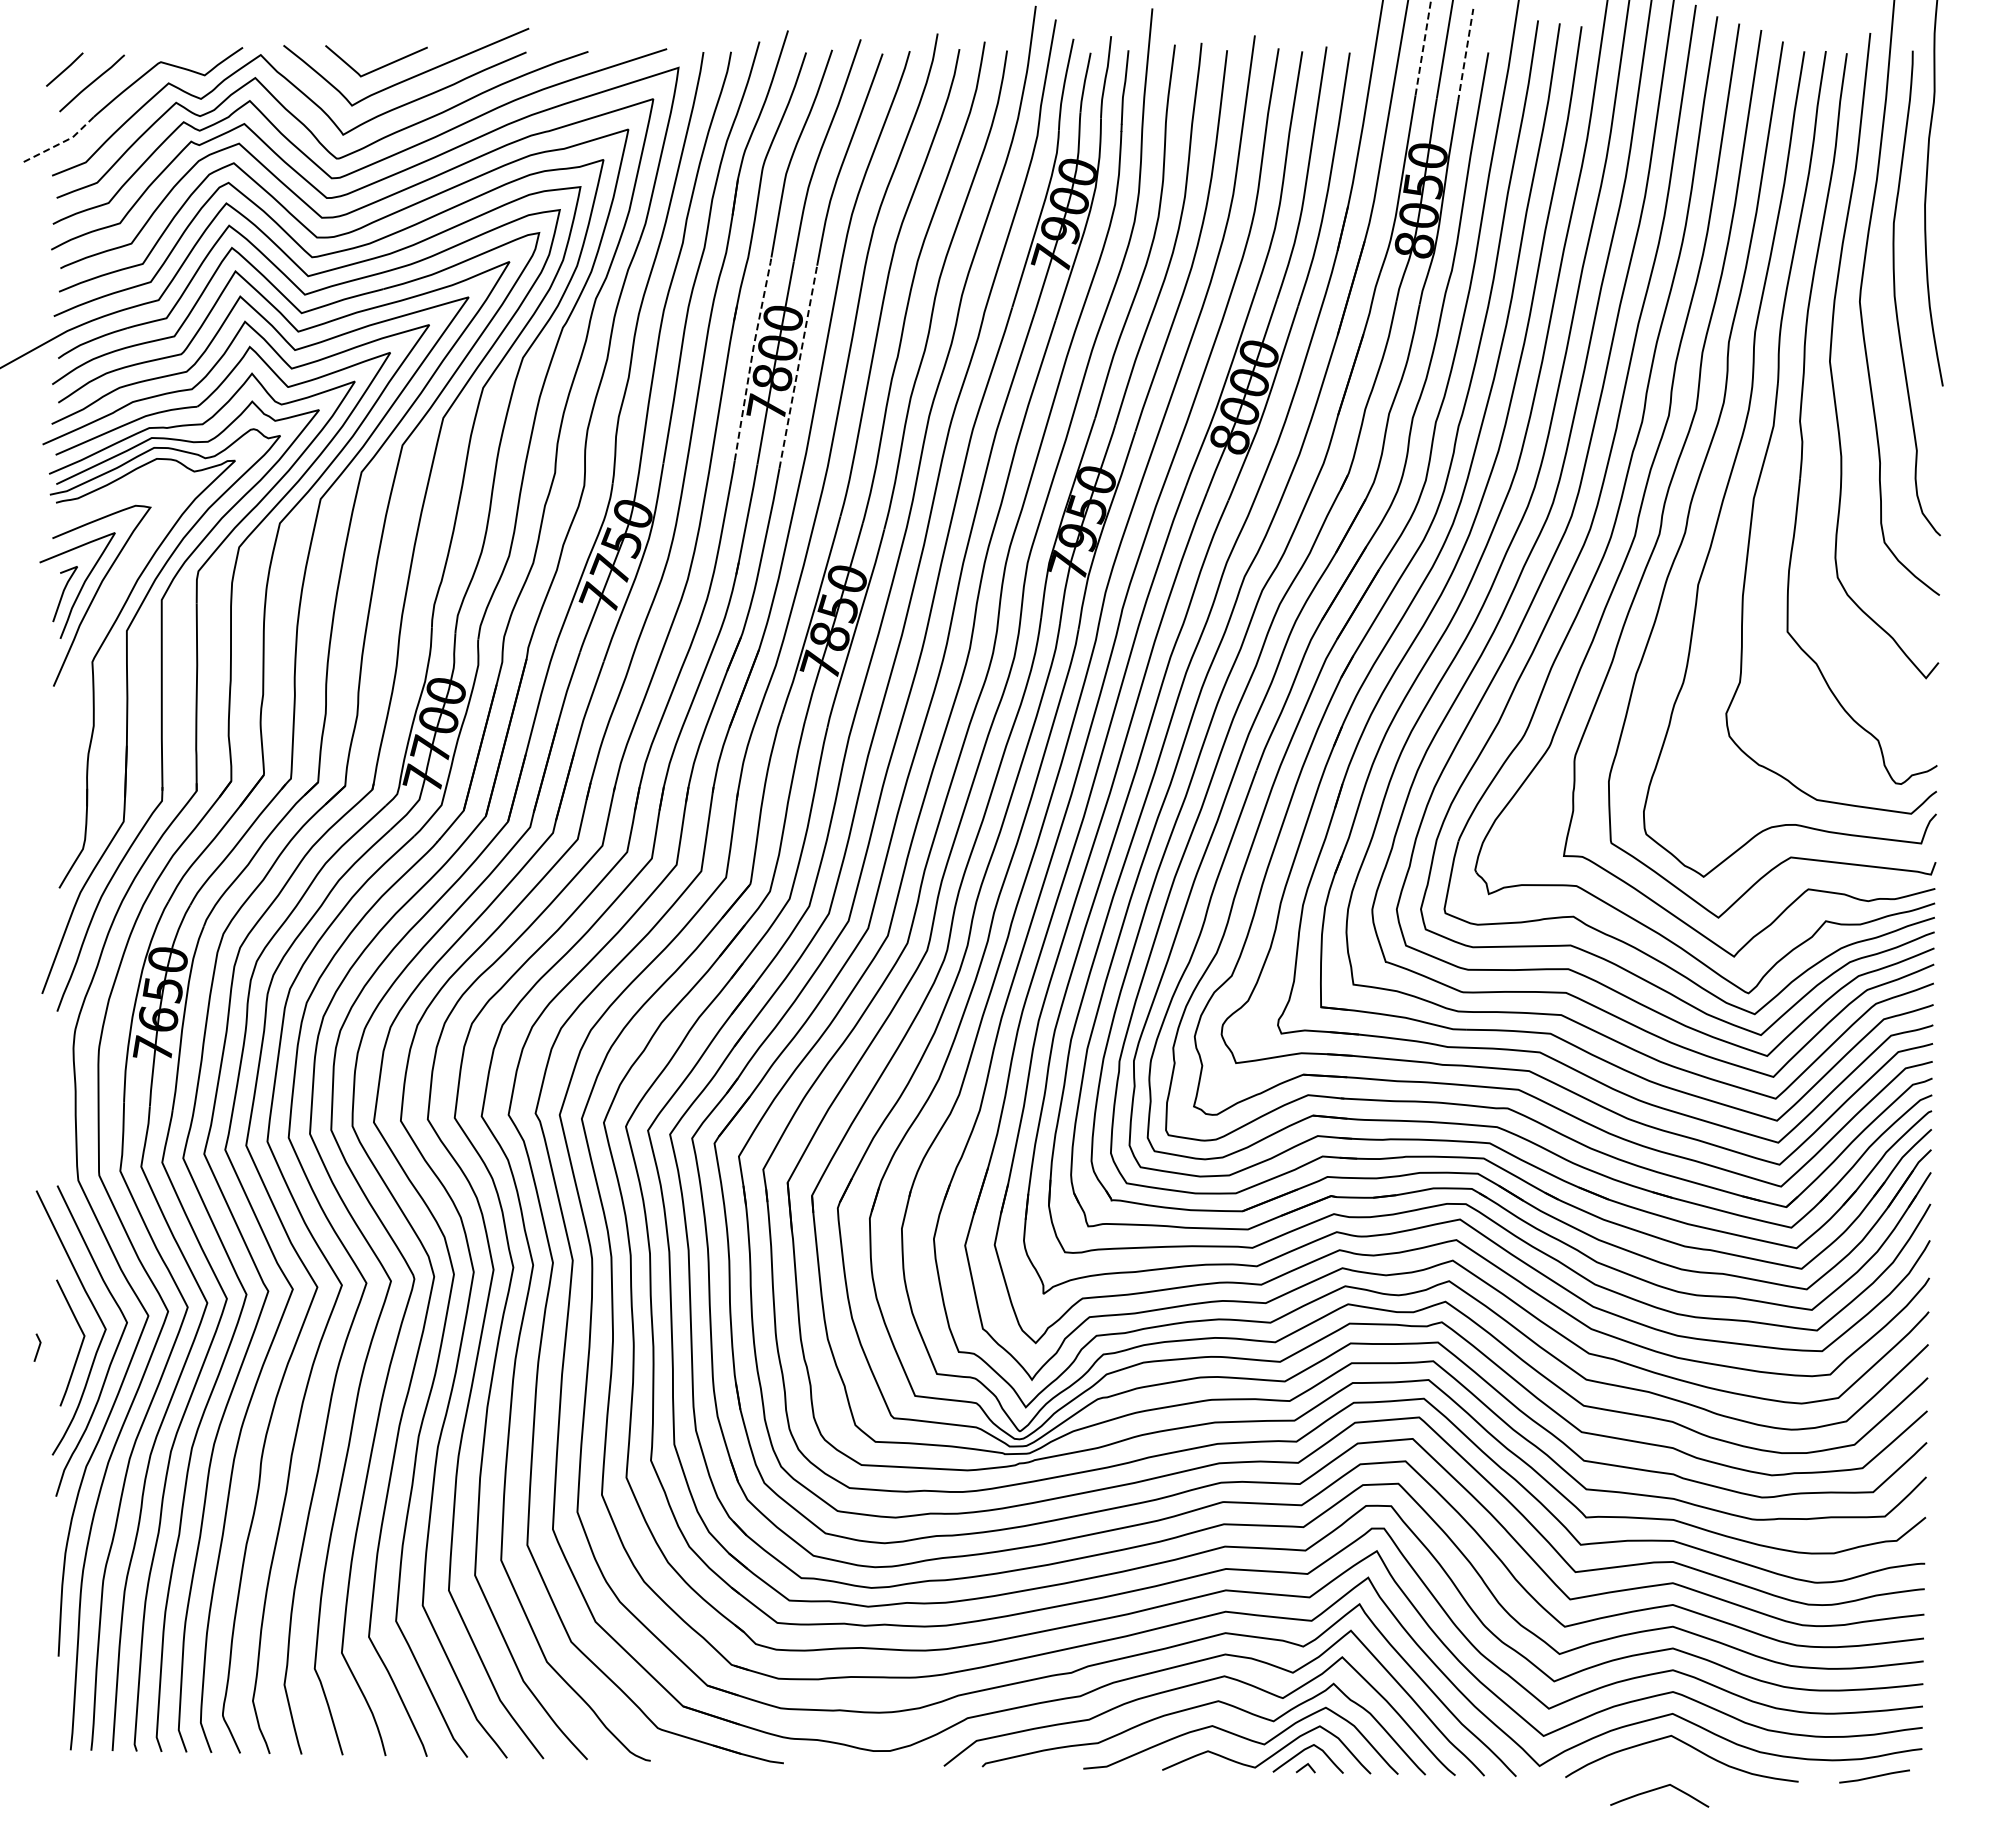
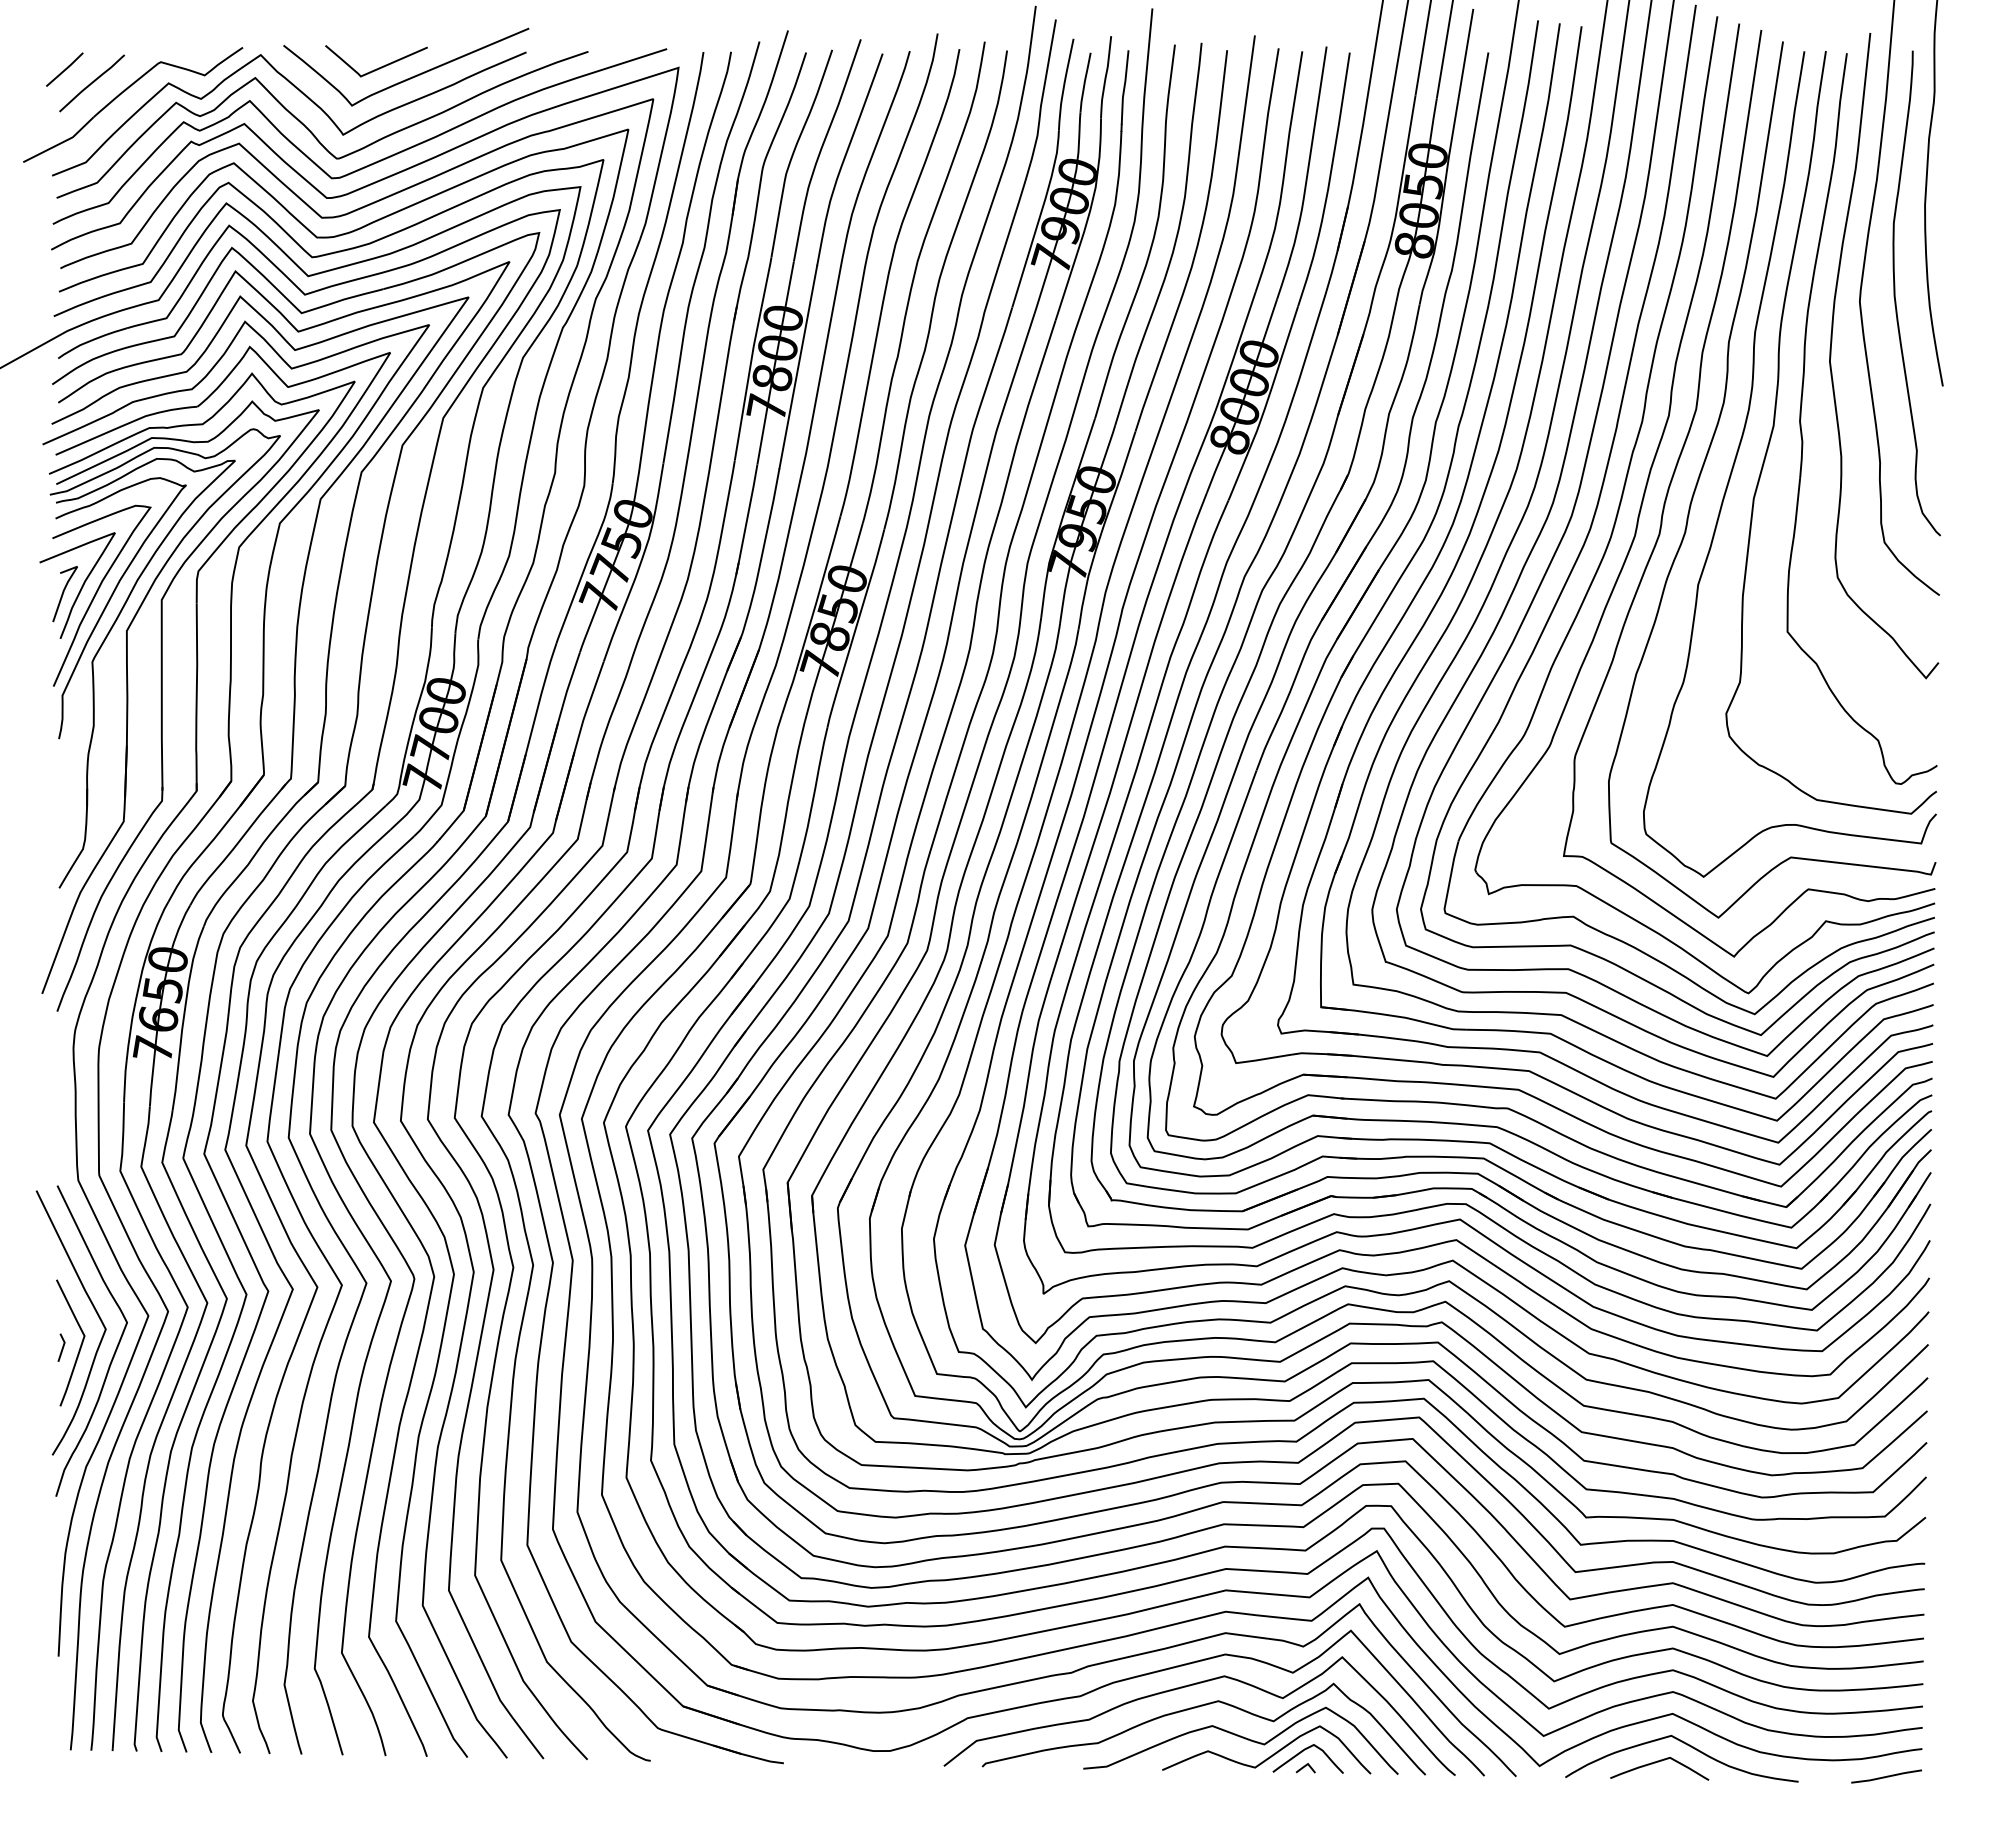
line at (1423, 47): dashed -> solid
line at (1465, 54): dashed -> solid
line at (61, 143): dashed -> solid
line at (751, 357): dashed -> solid
line at (798, 366): dashed -> solid
curve at (109, 602): none -> present
line at (38, 1347) position: (38, 1347) -> (62, 1347)
curve at (1874, 1776) position: (1874, 1776) -> (1886, 1776)
curve at (1658, 1789) position: (1658, 1789) -> (1658, 1762)
